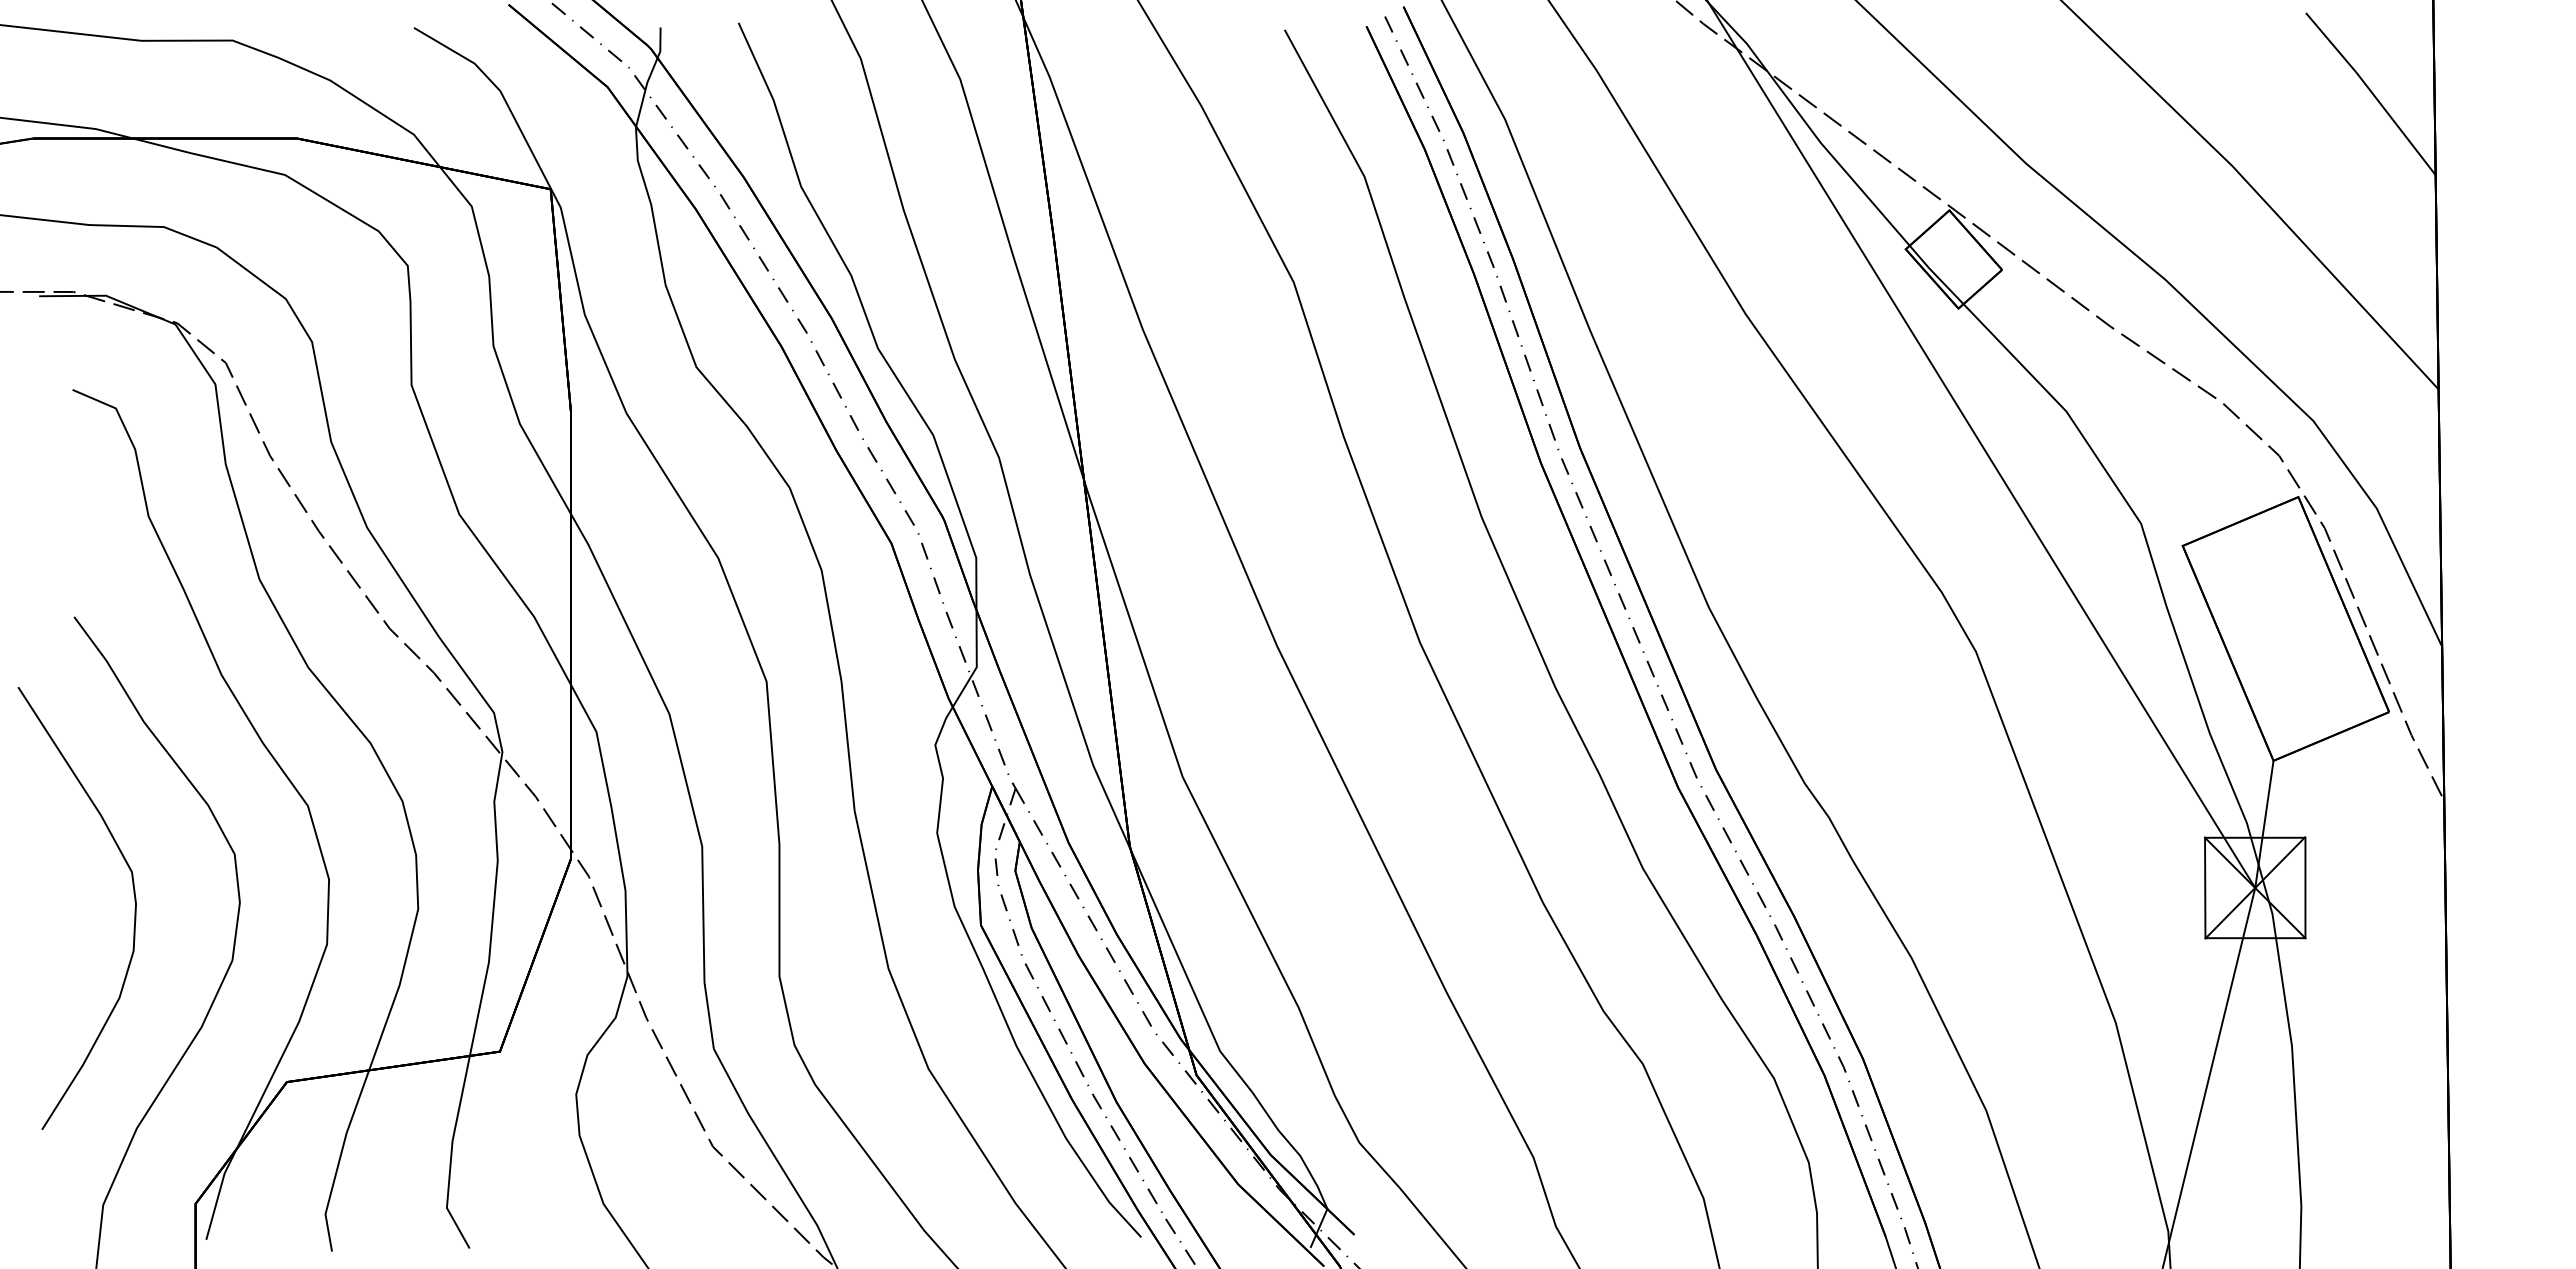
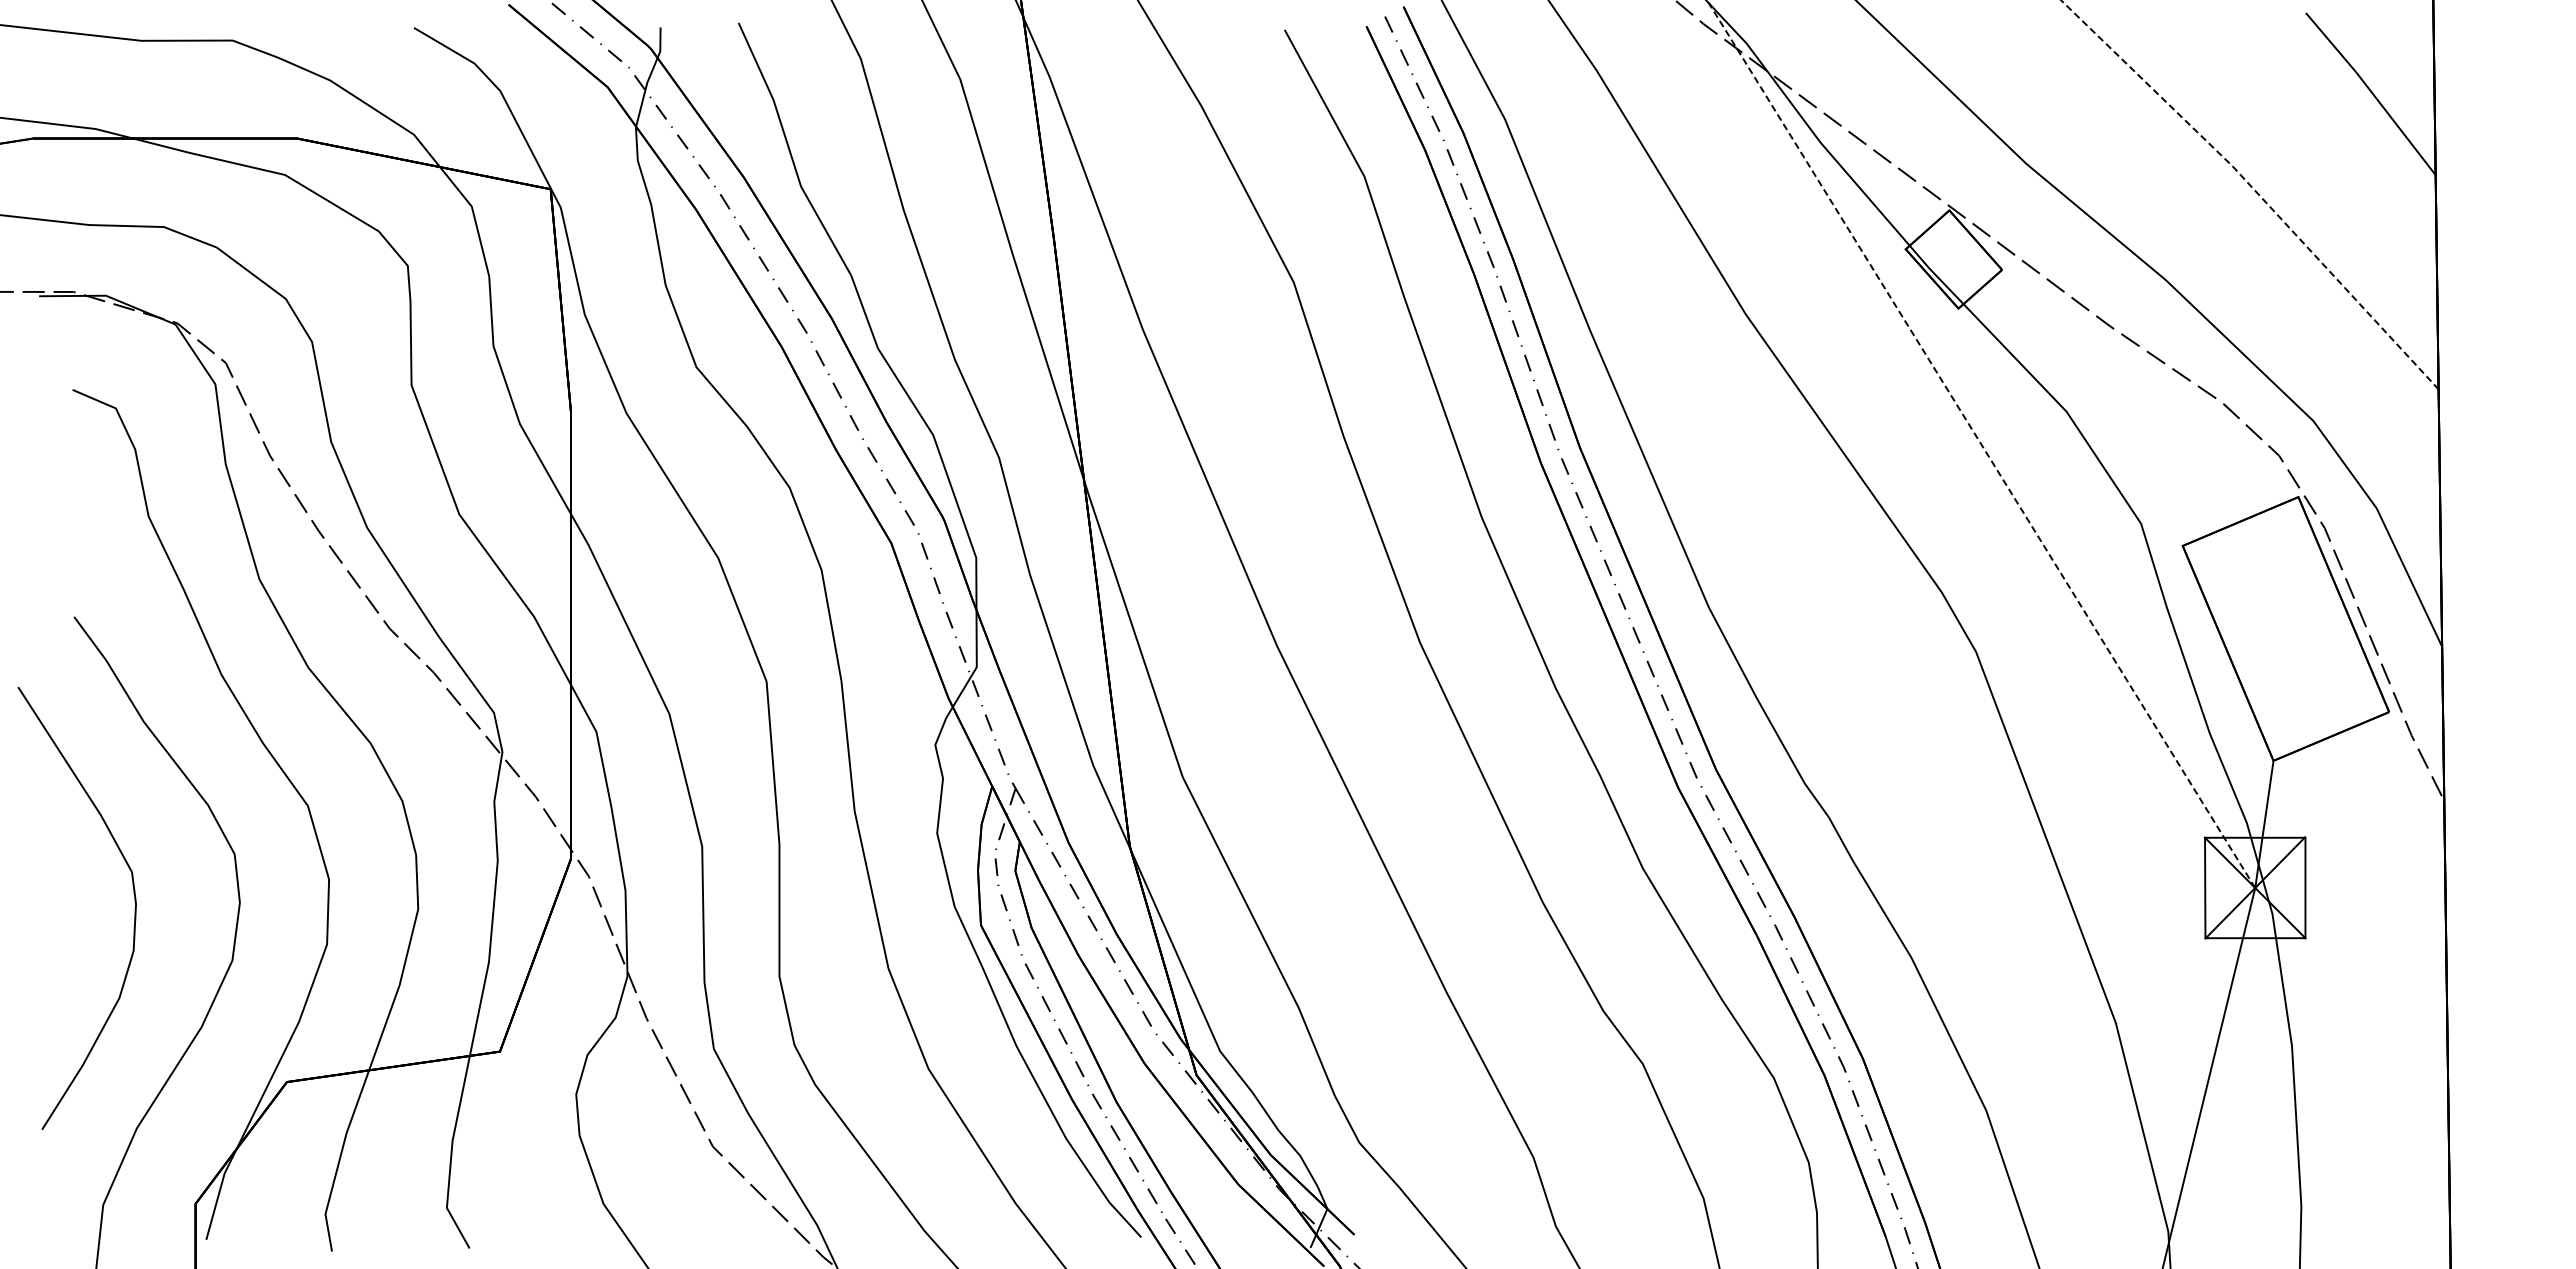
line at (2254, 189): solid -> dashed
line at (1981, 444): solid -> dashed
